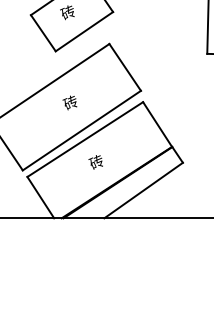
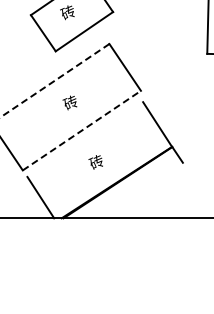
line at (54, 80): solid -> dashed
line at (82, 130): solid -> dashed
line at (85, 139): present -> none
line at (143, 190): present -> none
